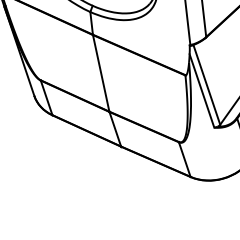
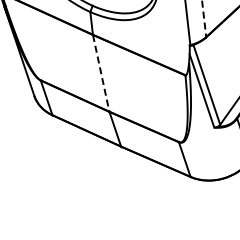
line at (204, 19): solid -> dashed
line at (101, 73): solid -> dashed
